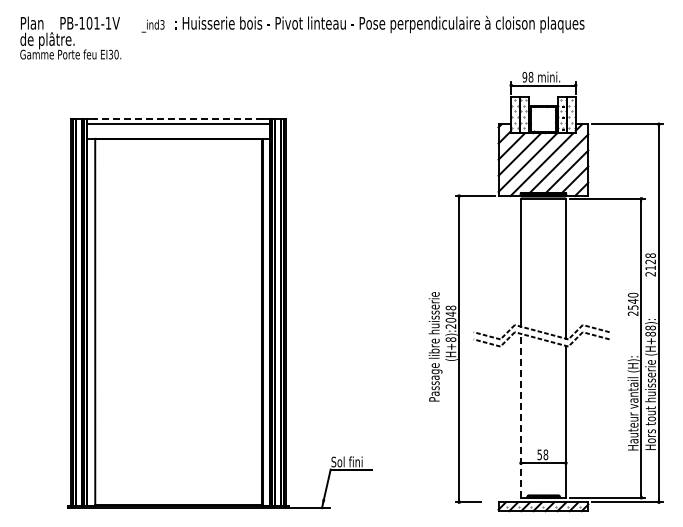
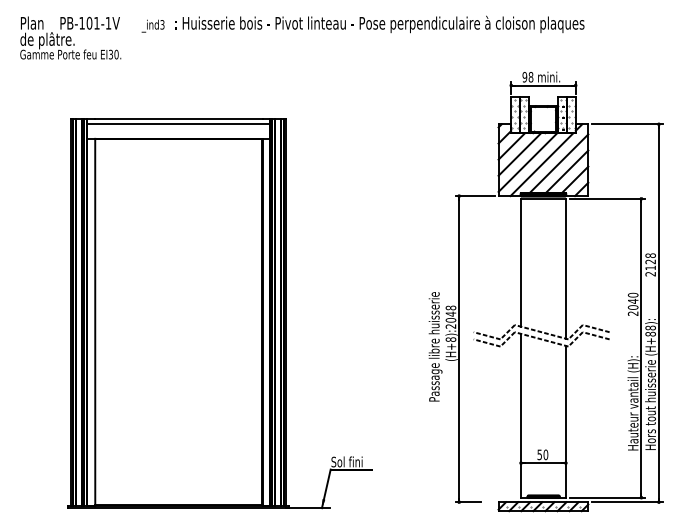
line at (179, 119): dashed -> solid
text at (632, 307): 2540 -> 2040
line at (521, 415): dashed -> solid
text at (545, 454): 58 -> 50
